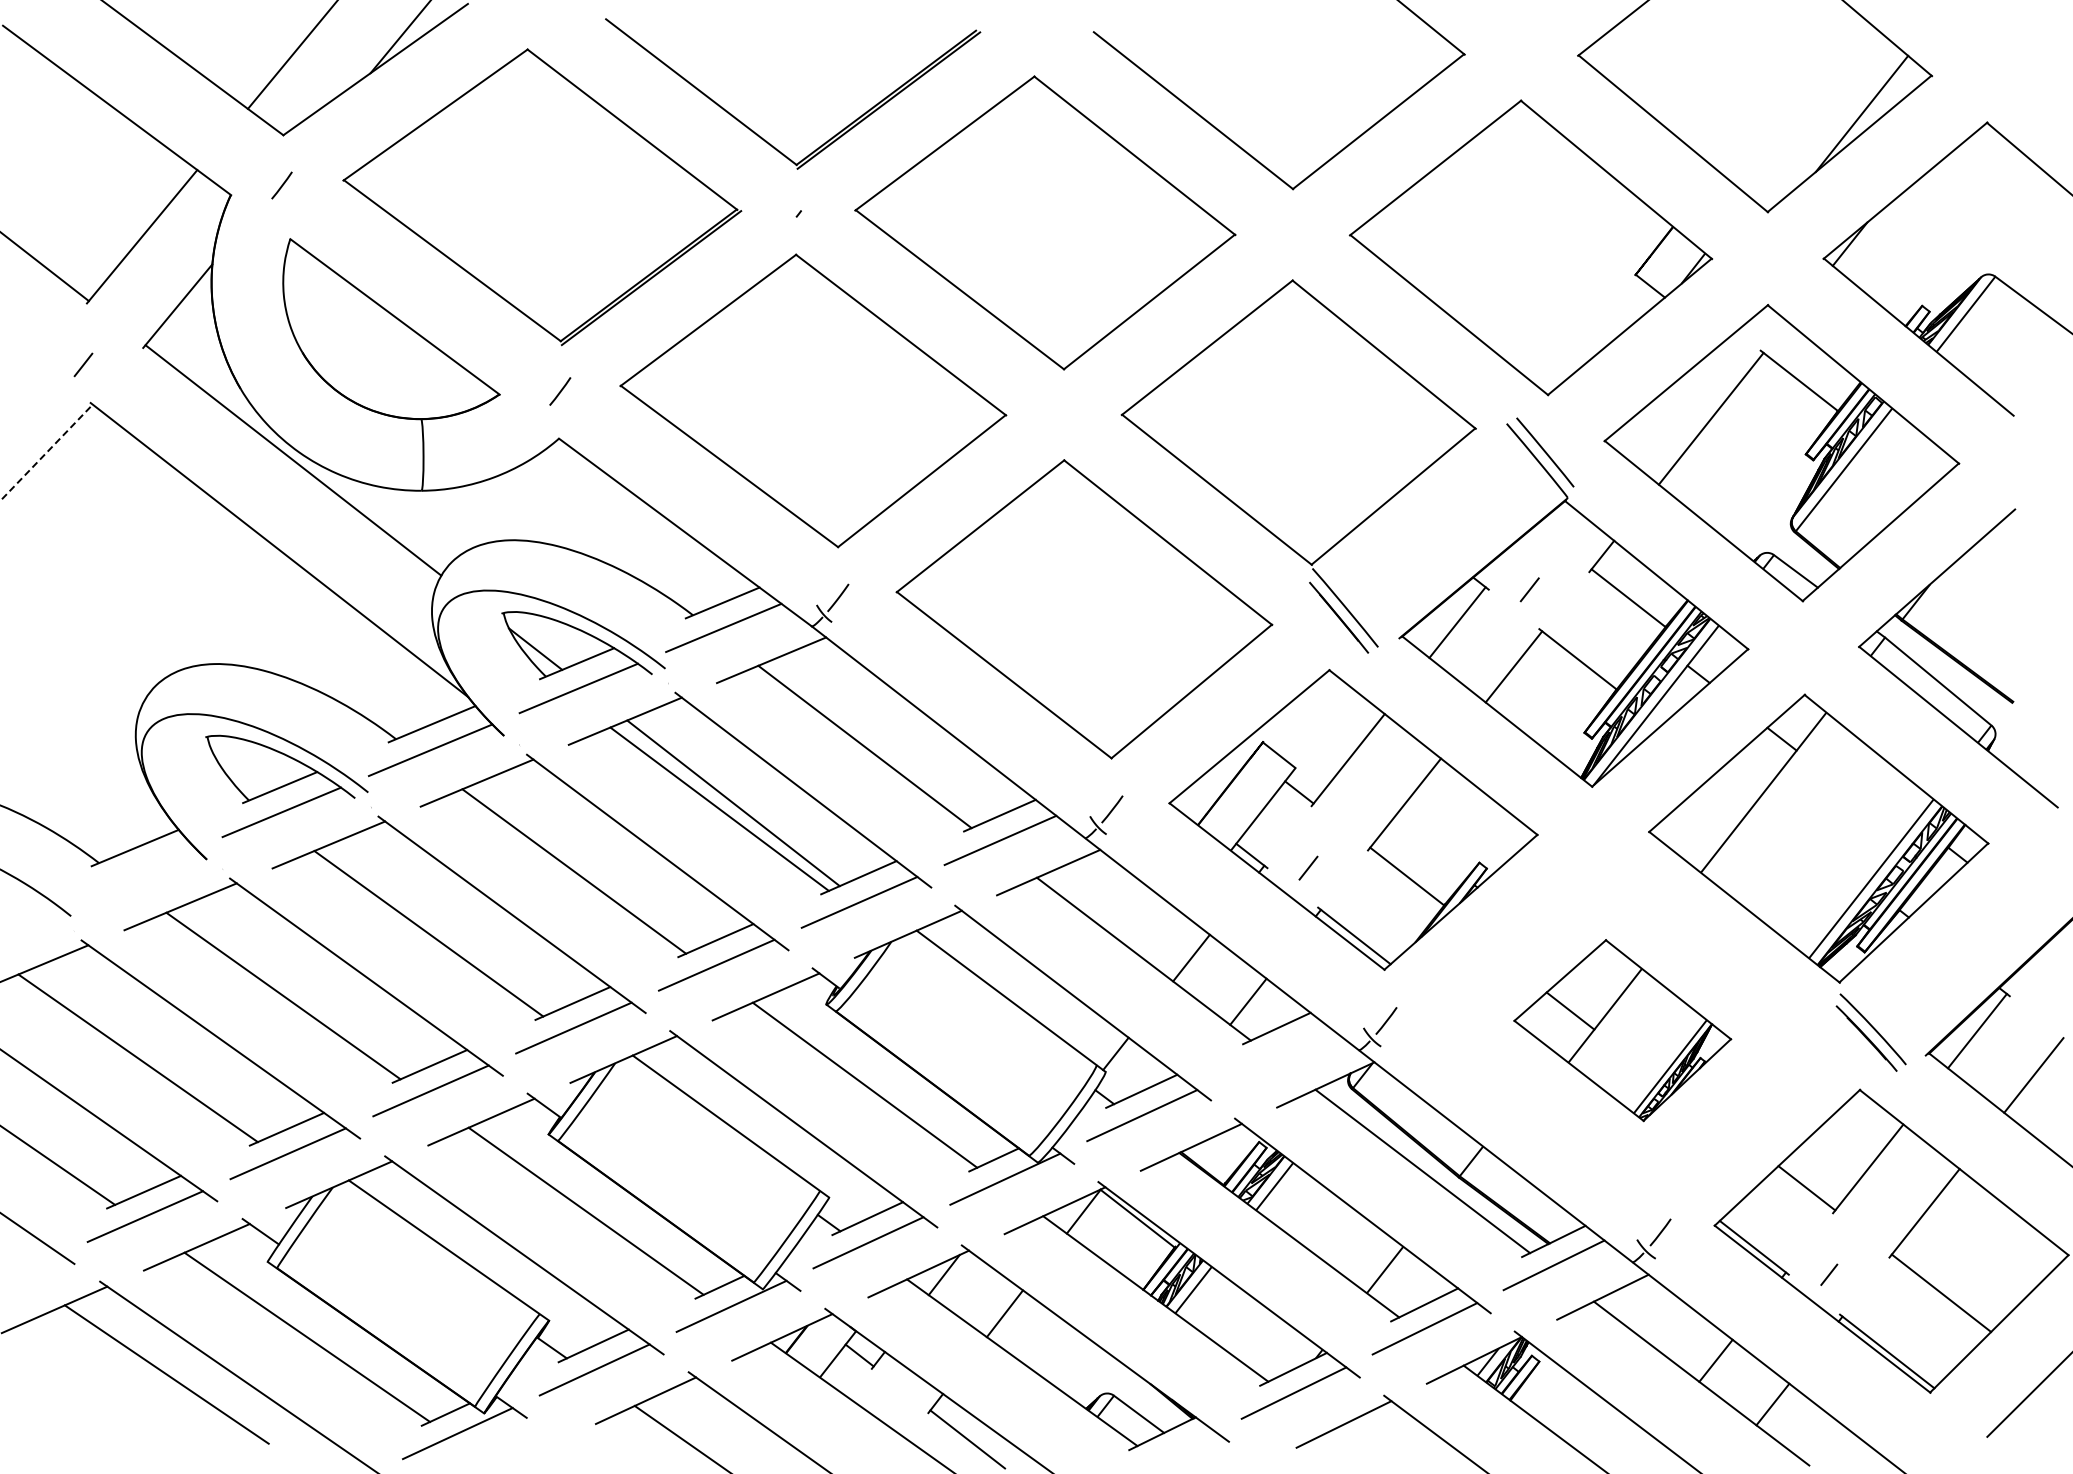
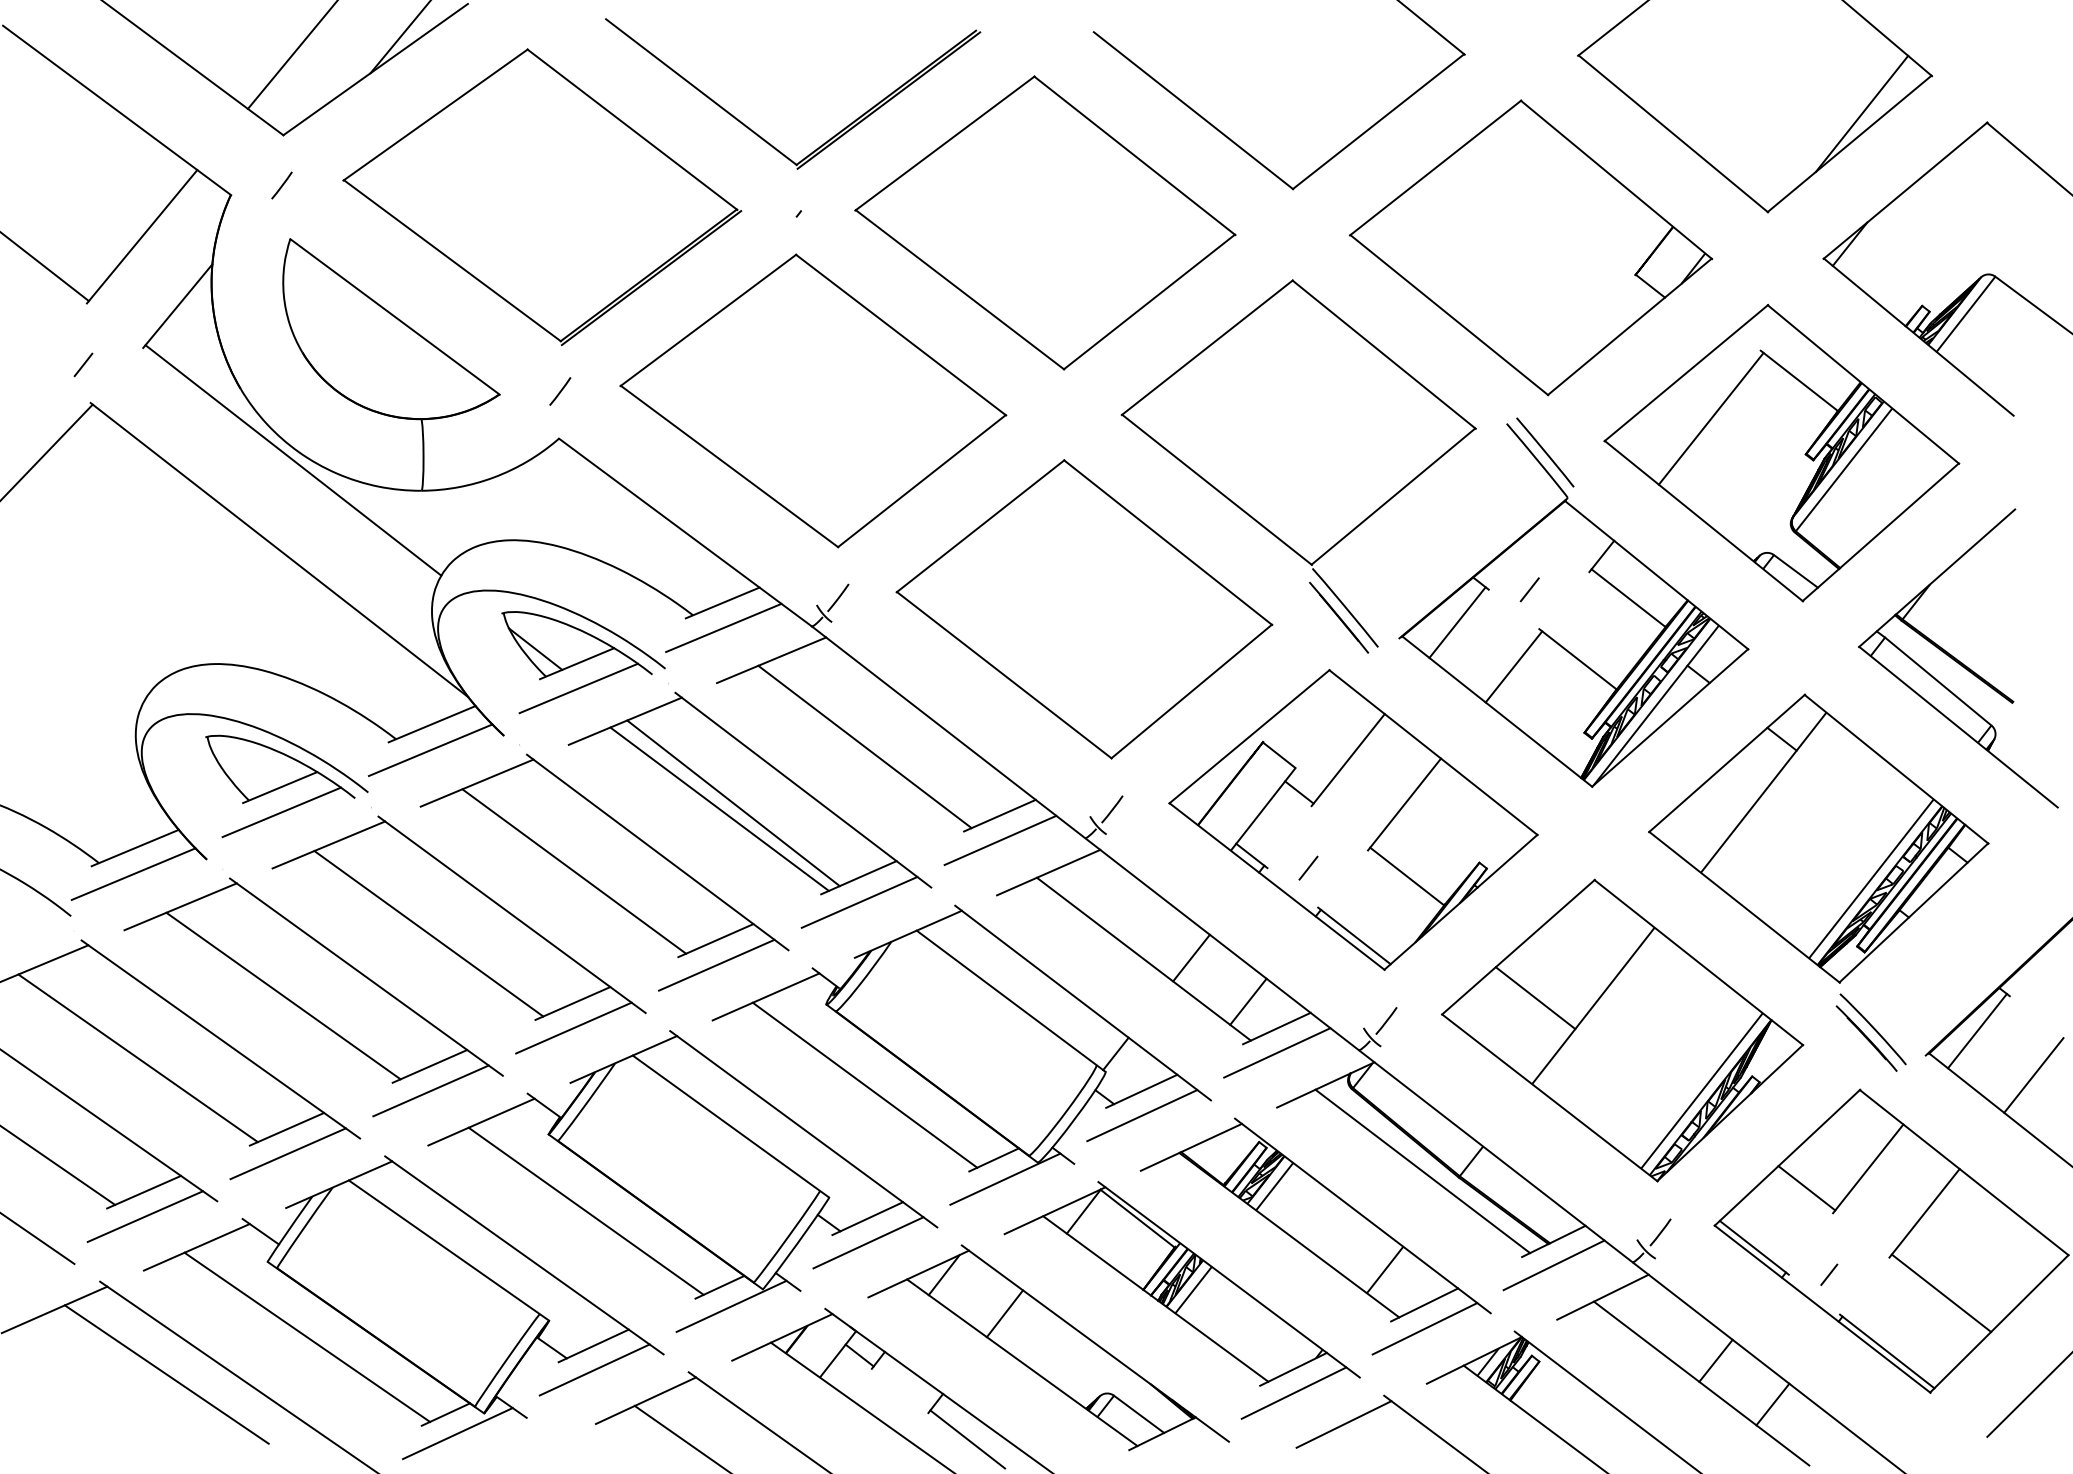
line at (46, 452): dashed -> solid
line at (133, 873): none -> present
part at (1622, 1030) size: 220x184 px -> 364x305 px
line at (1277, 1052): none -> present
